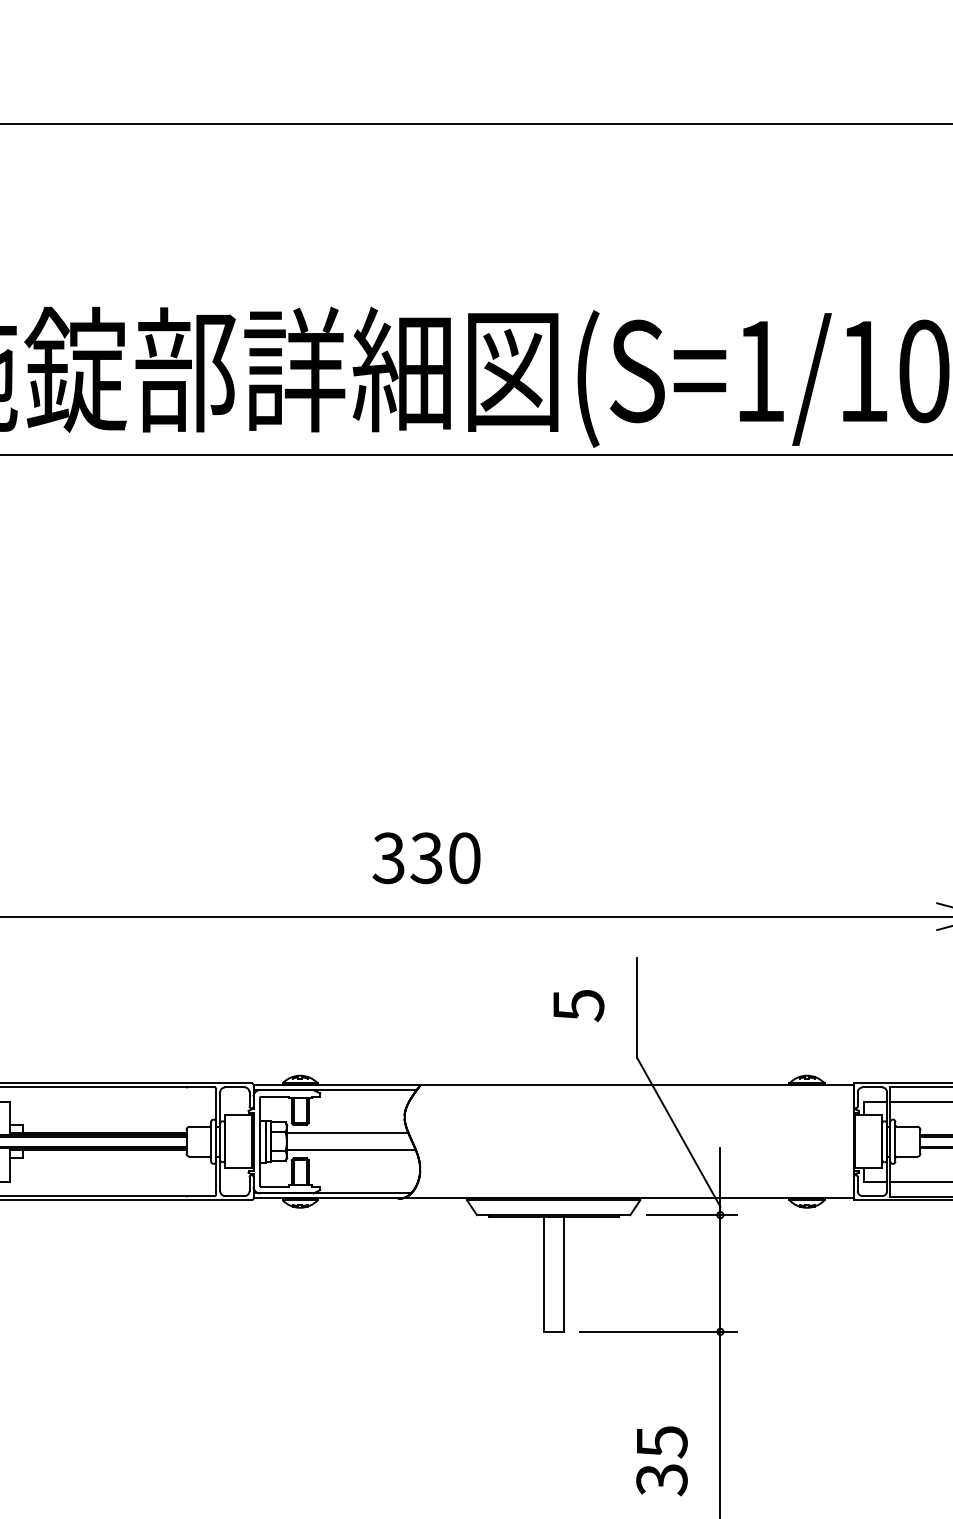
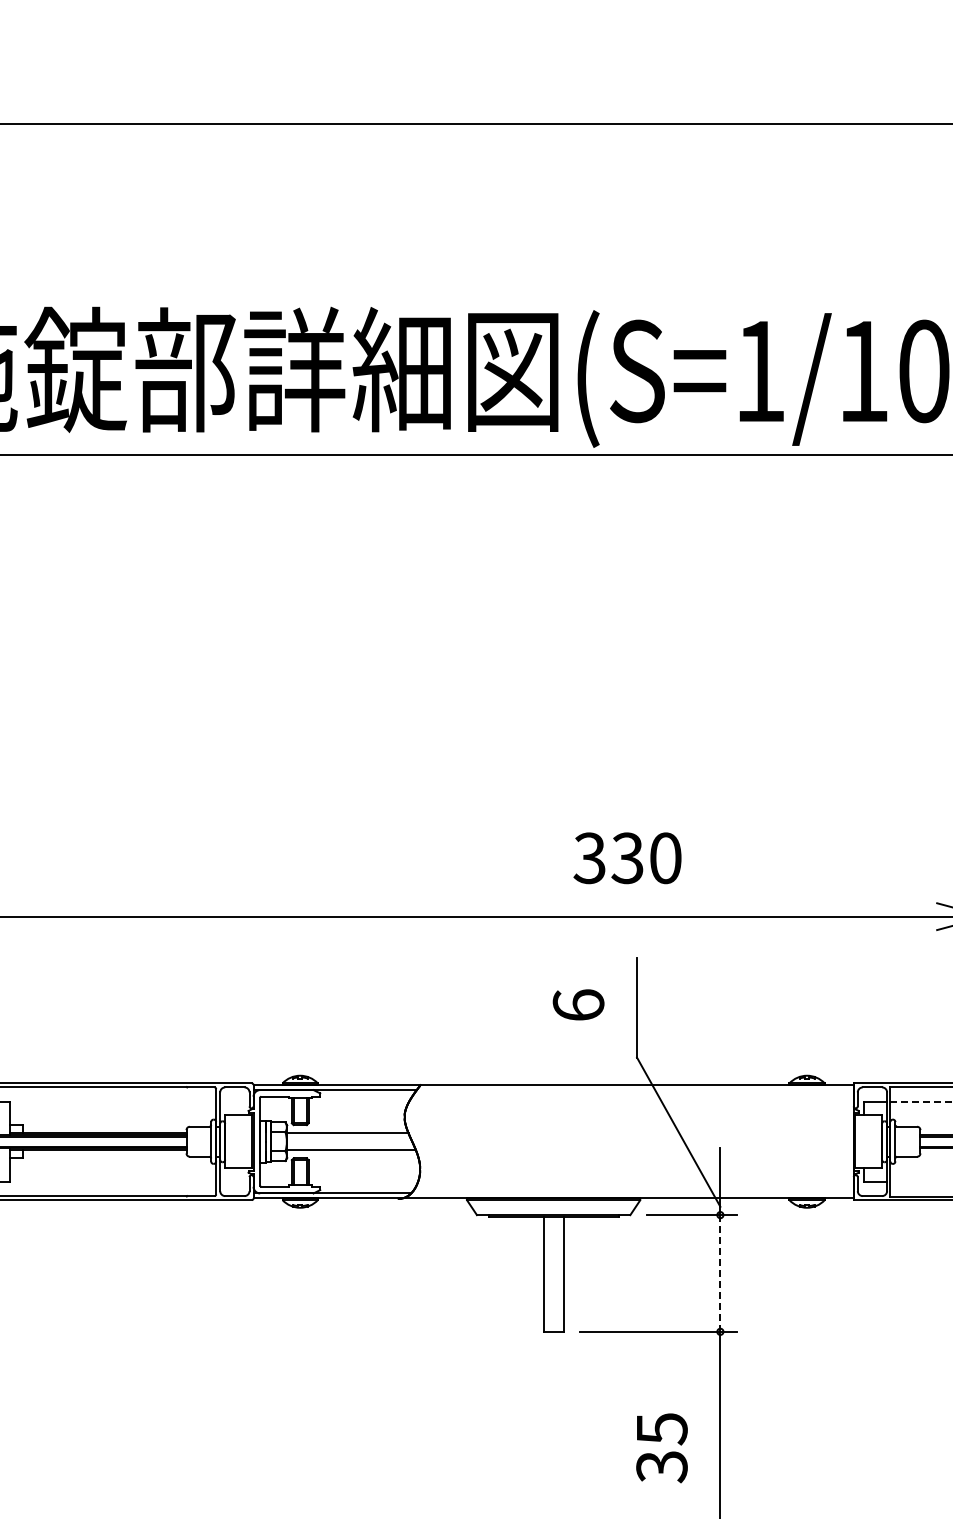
text at (426, 858) position: (426, 858) -> (627, 858)
text at (578, 1005): 5 -> 6
line at (921, 1101): solid -> dashed
line at (919, 1181): present -> none
line at (720, 1273): solid -> dashed
text at (661, 1461) position: (661, 1461) -> (661, 1448)
